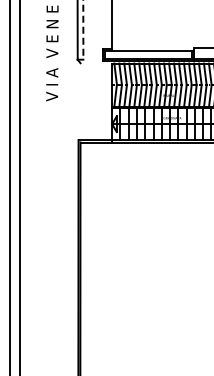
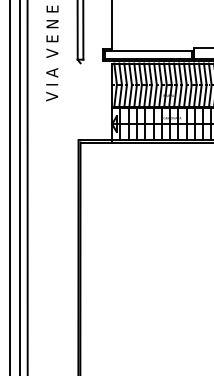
line at (83, 30): dashed -> solid
line at (27, 187): none -> present
